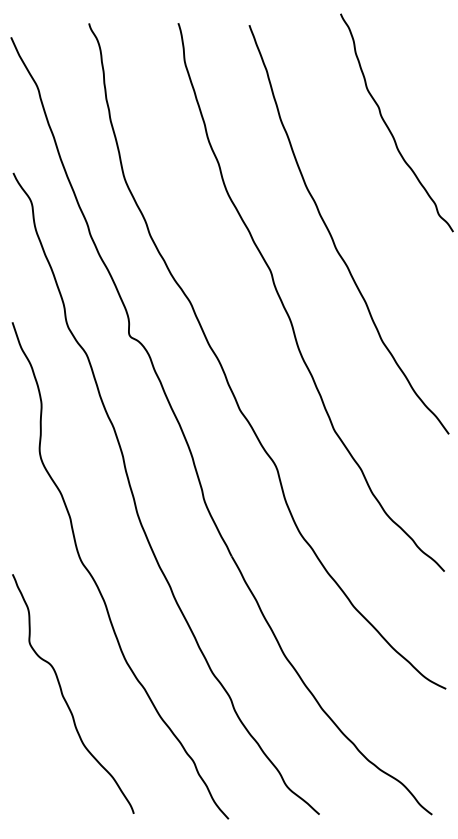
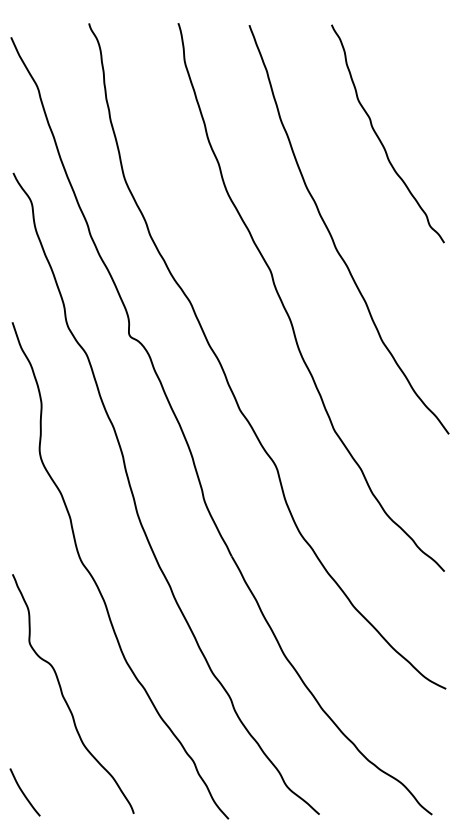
curve at (388, 126) position: (388, 126) -> (379, 137)
curve at (23, 792): none -> present
